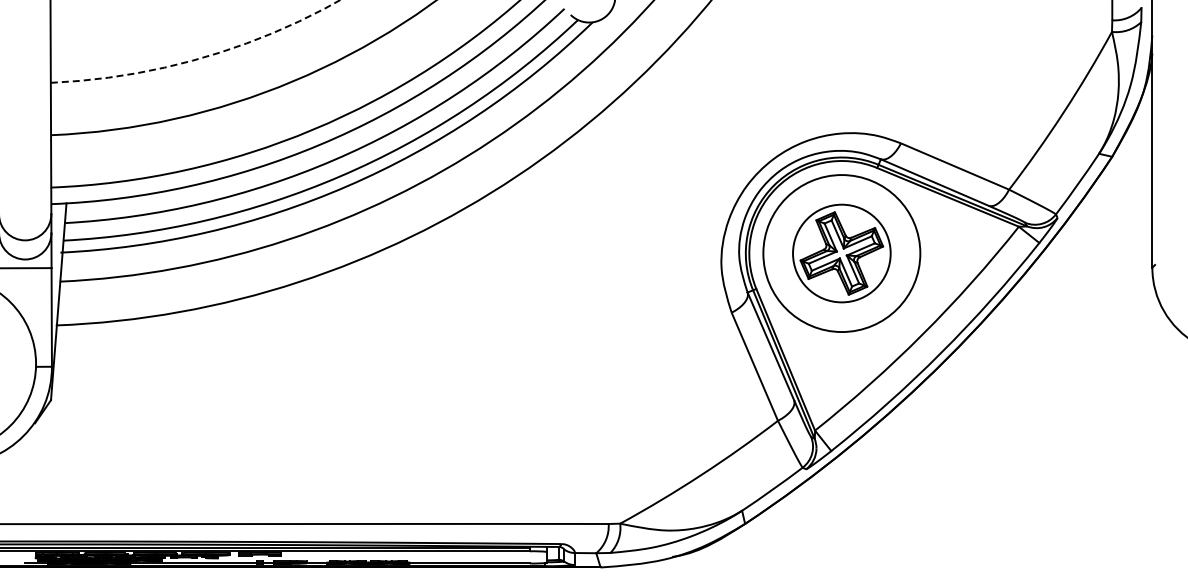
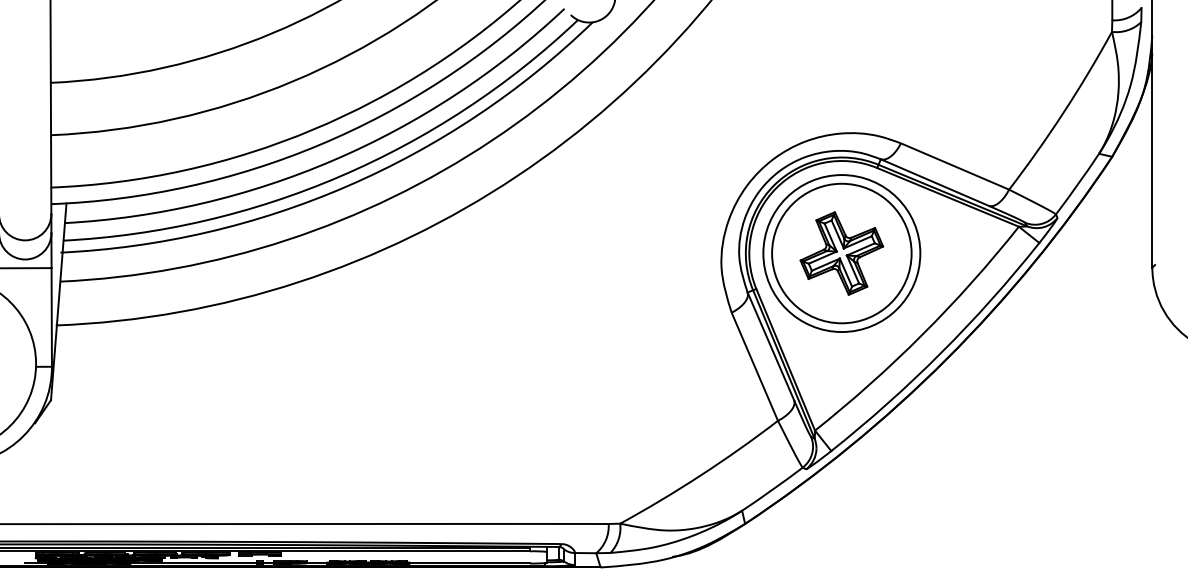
arc at (201, 58): dashed -> solid
circle at (841, 253) diameter: 98 px -> 140 px
